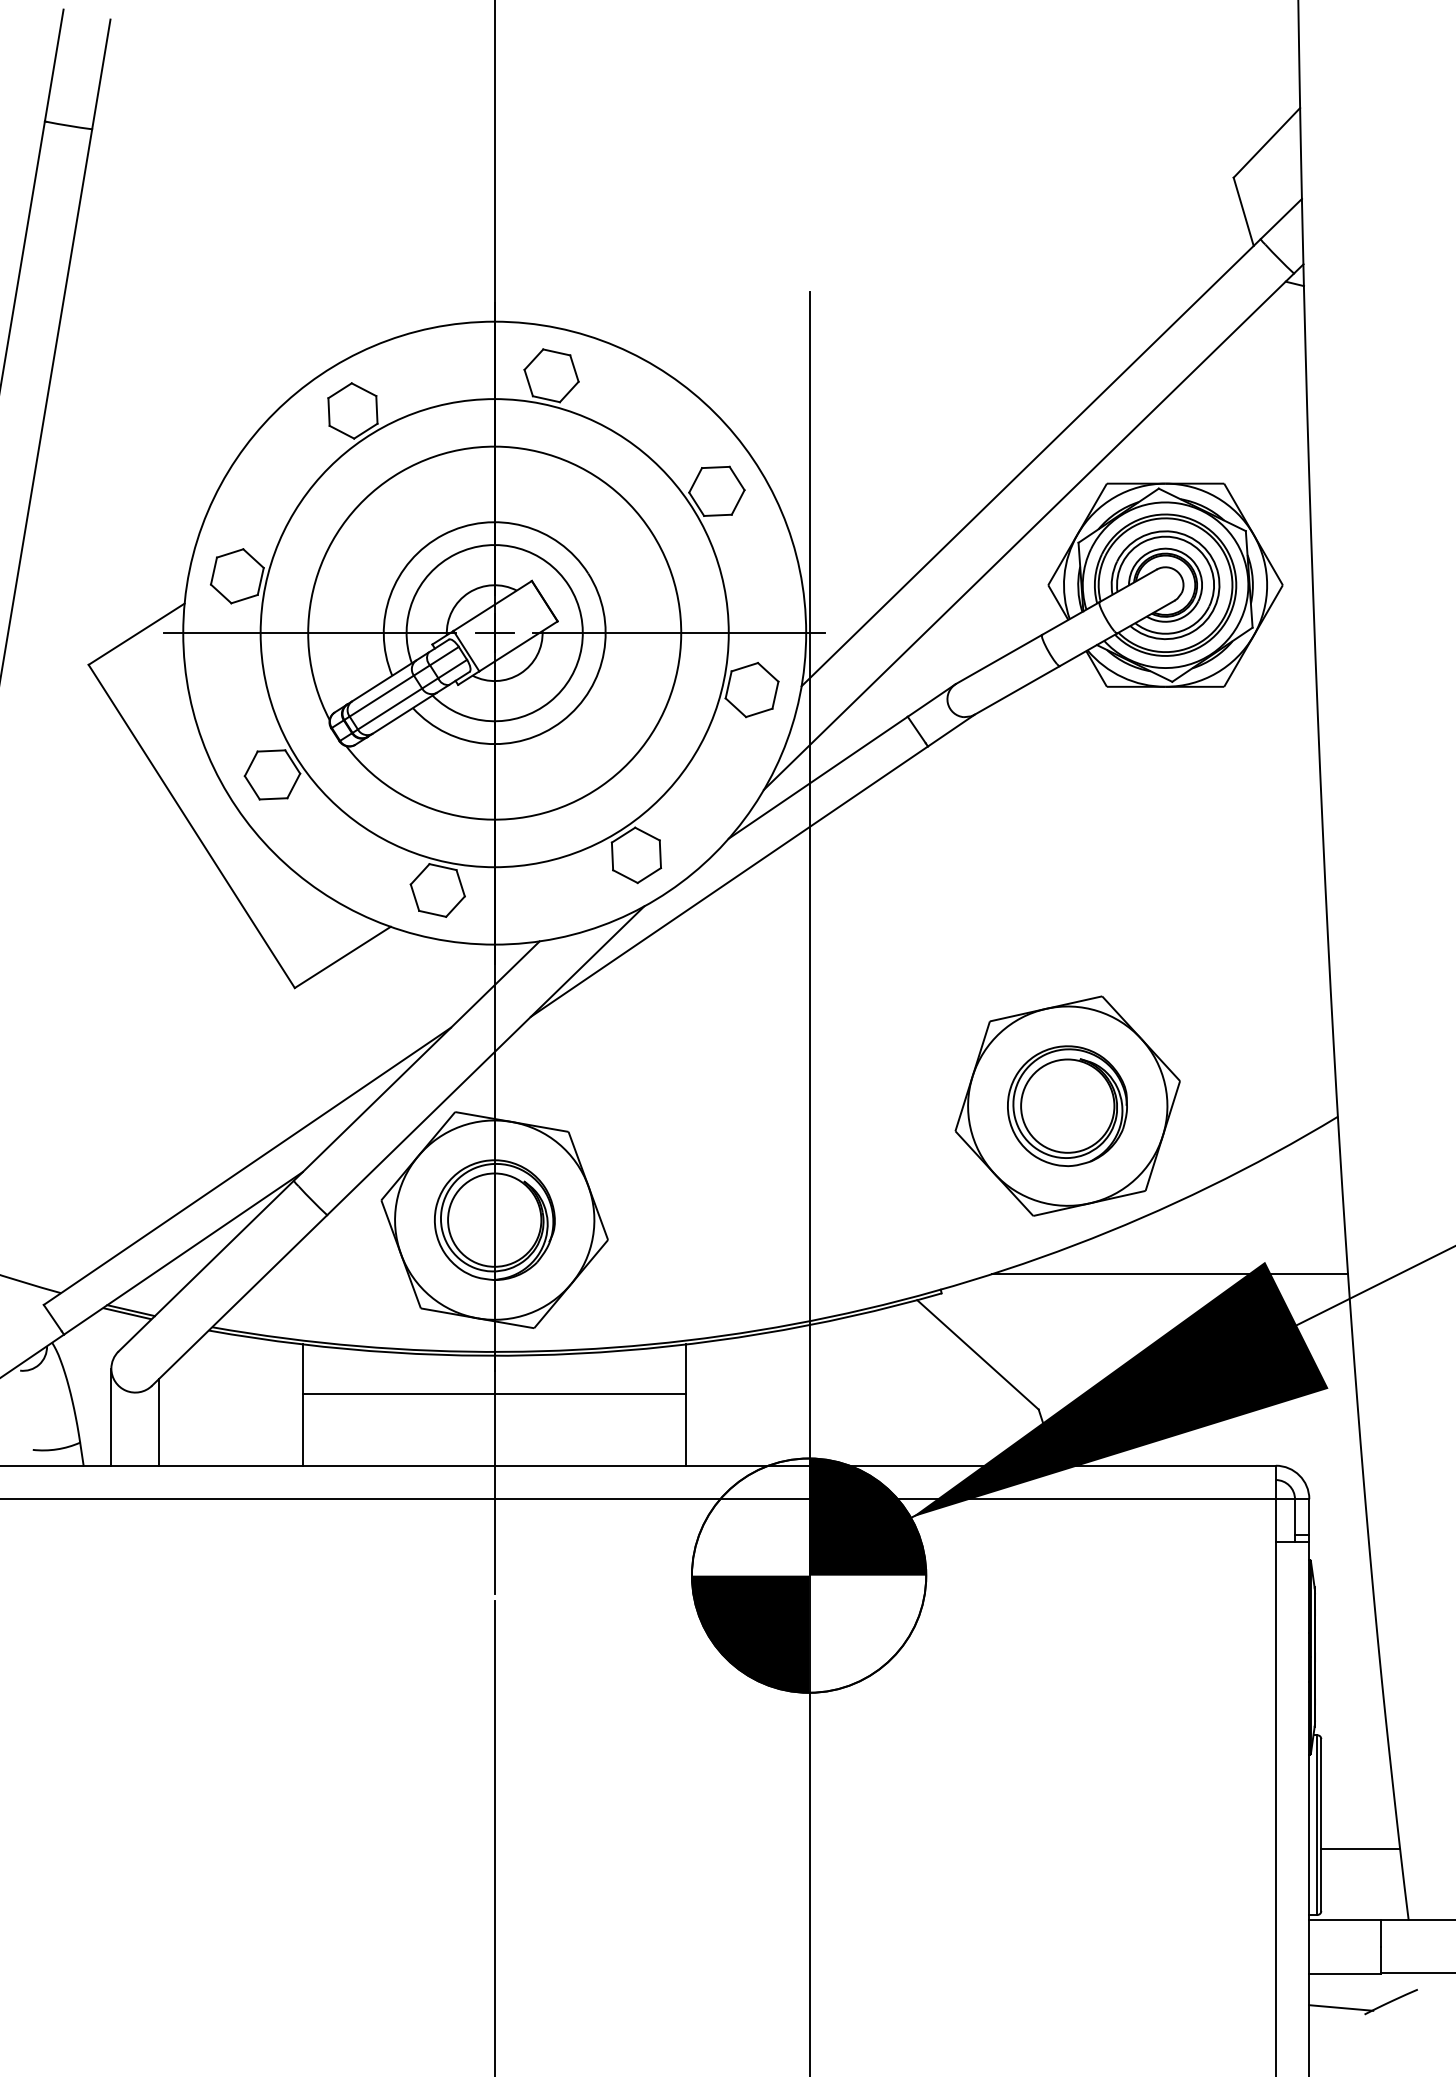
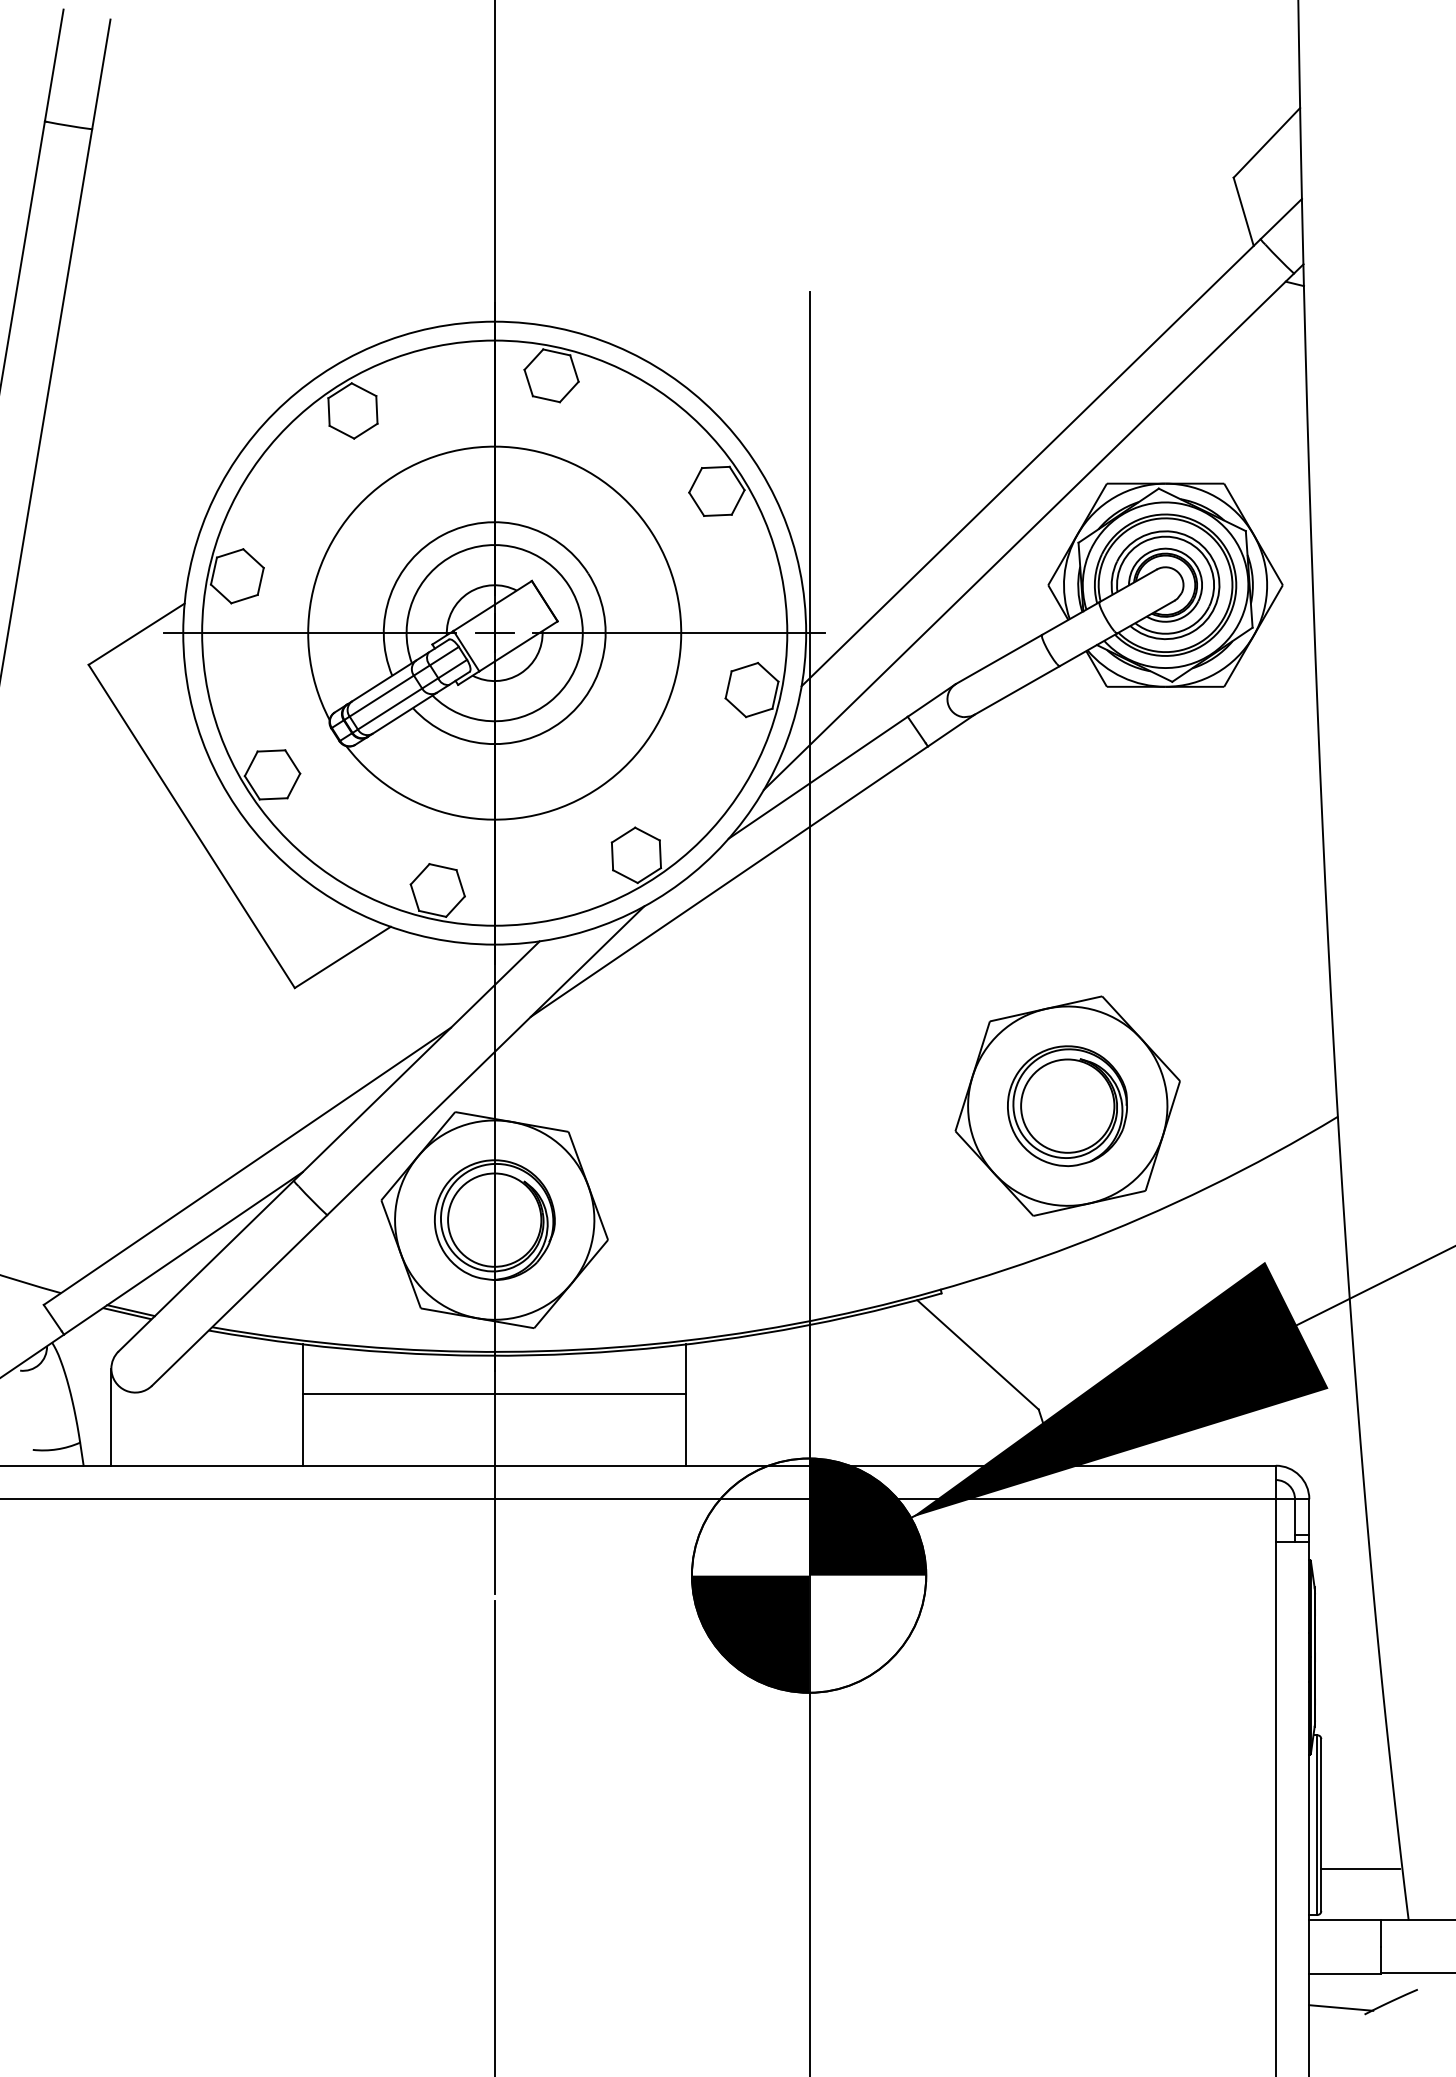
circle at (494, 633) diameter: 468 px -> 585 px
line at (1170, 1274): present -> none
line at (159, 1421): present -> none
line at (1360, 1849) position: (1360, 1849) -> (1360, 1869)
